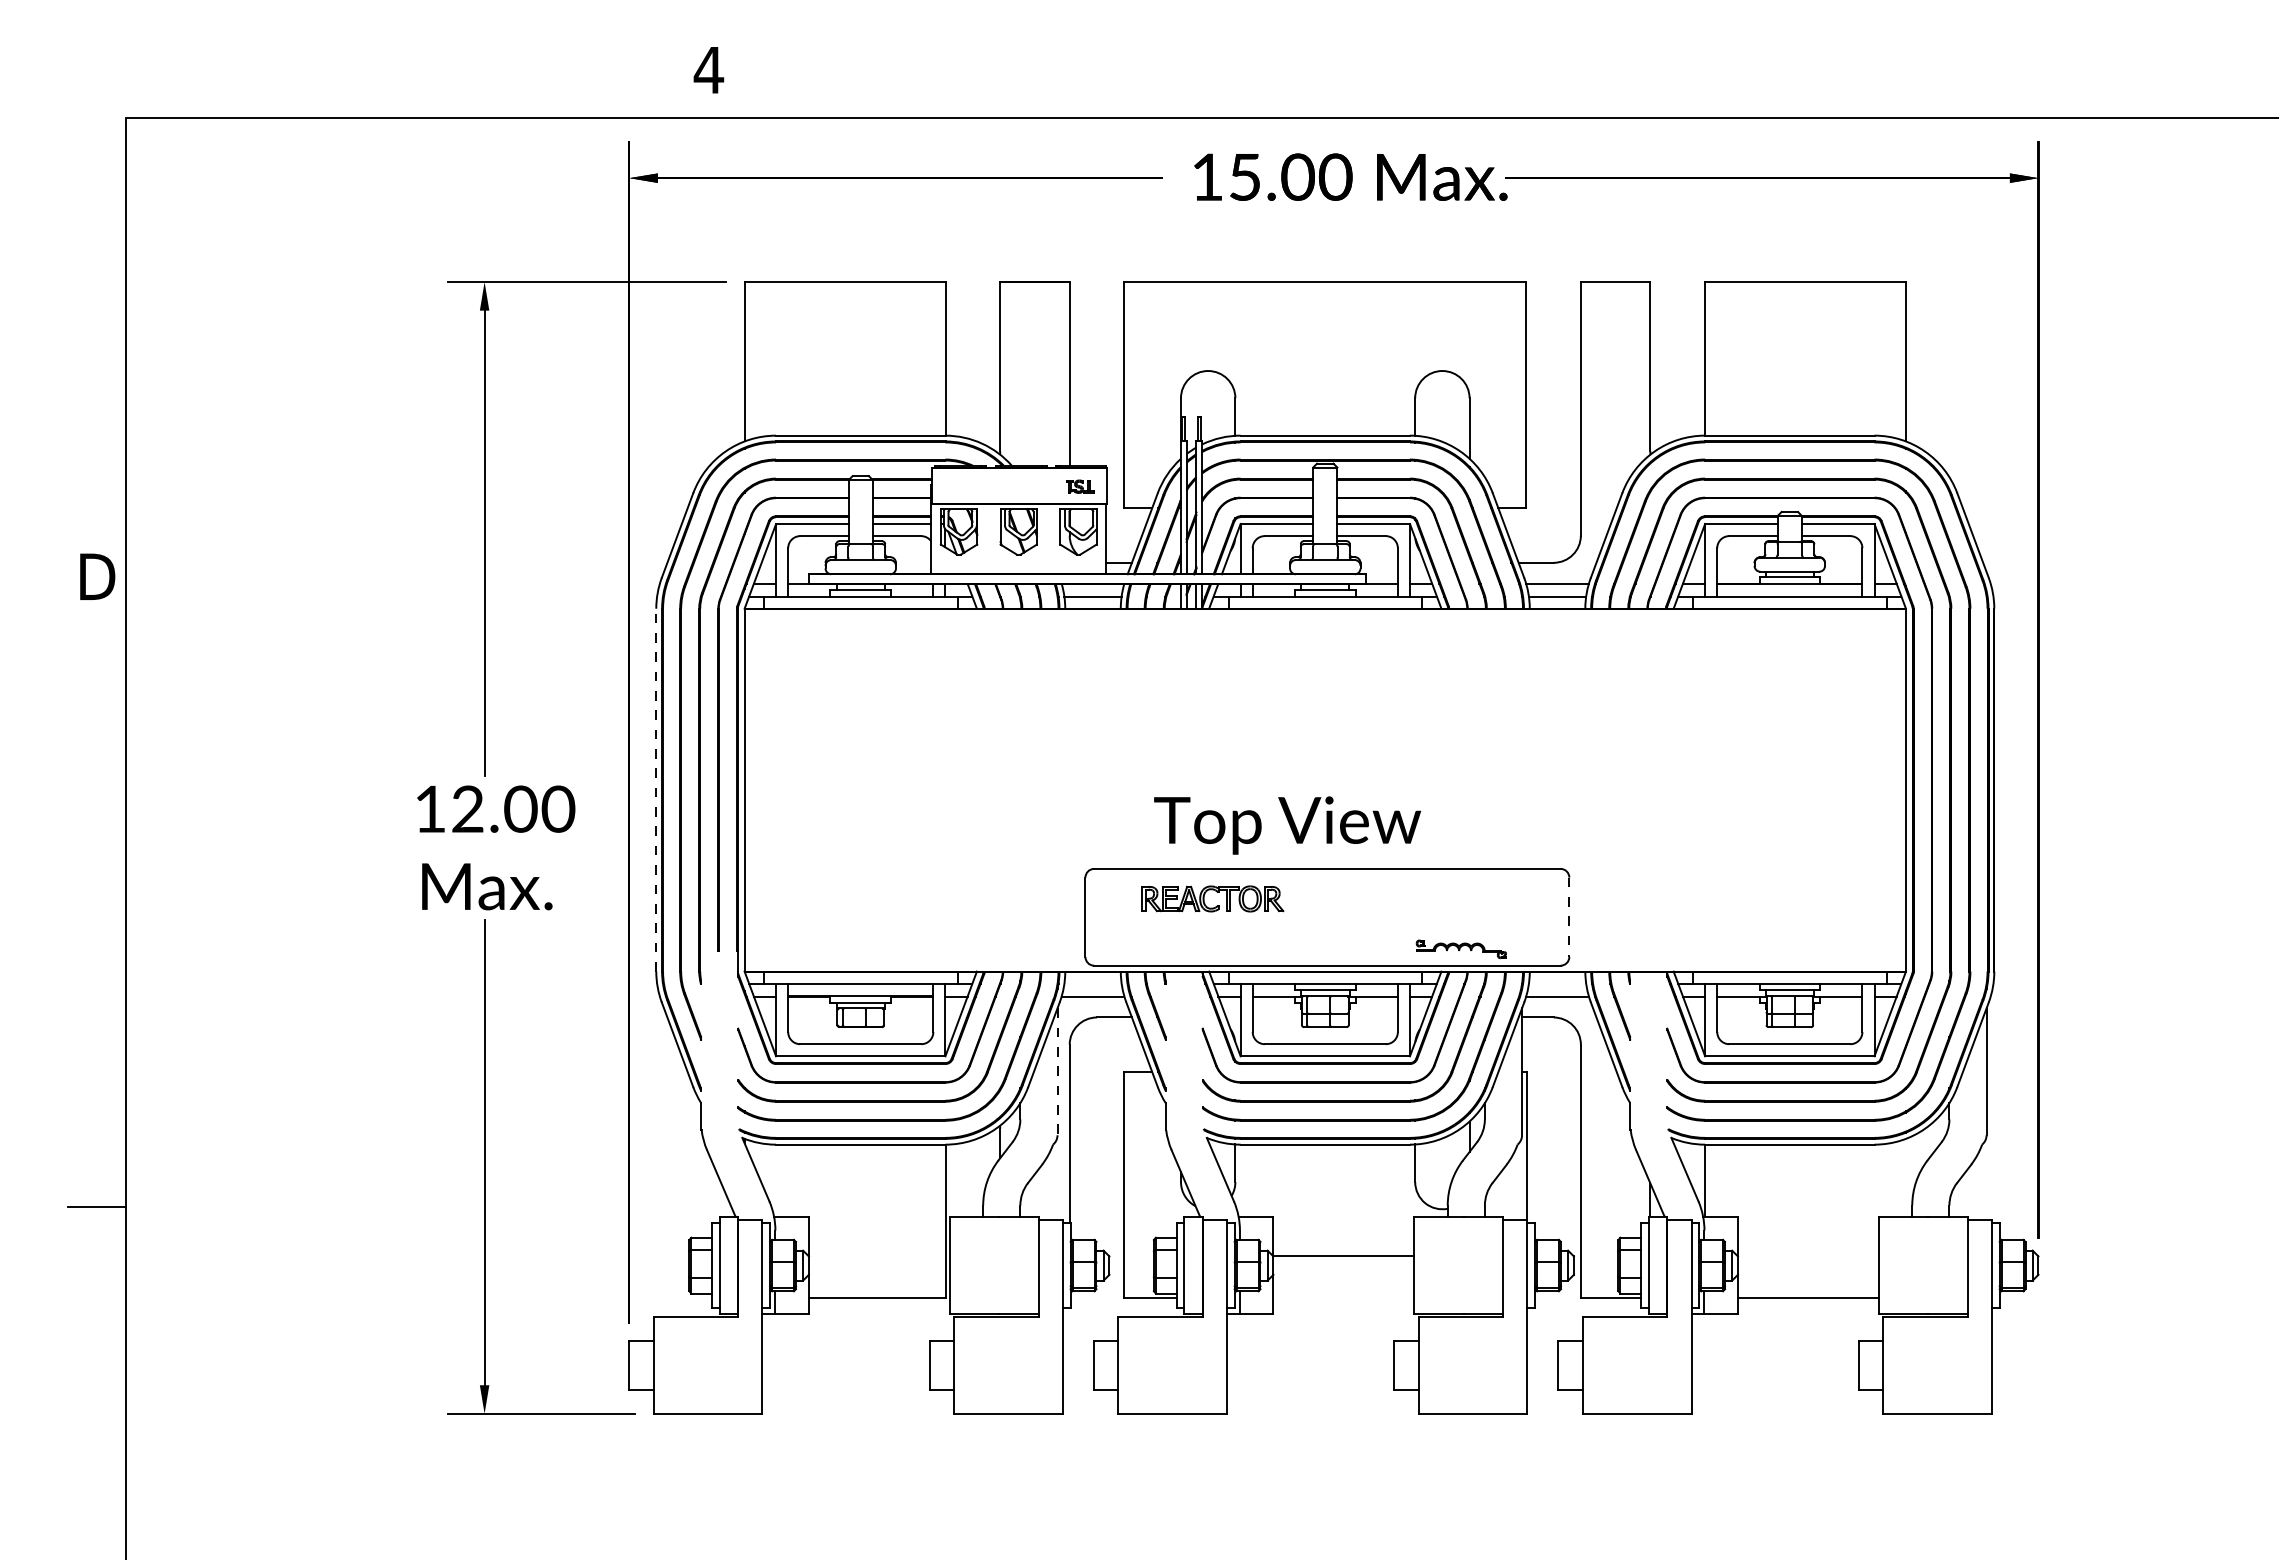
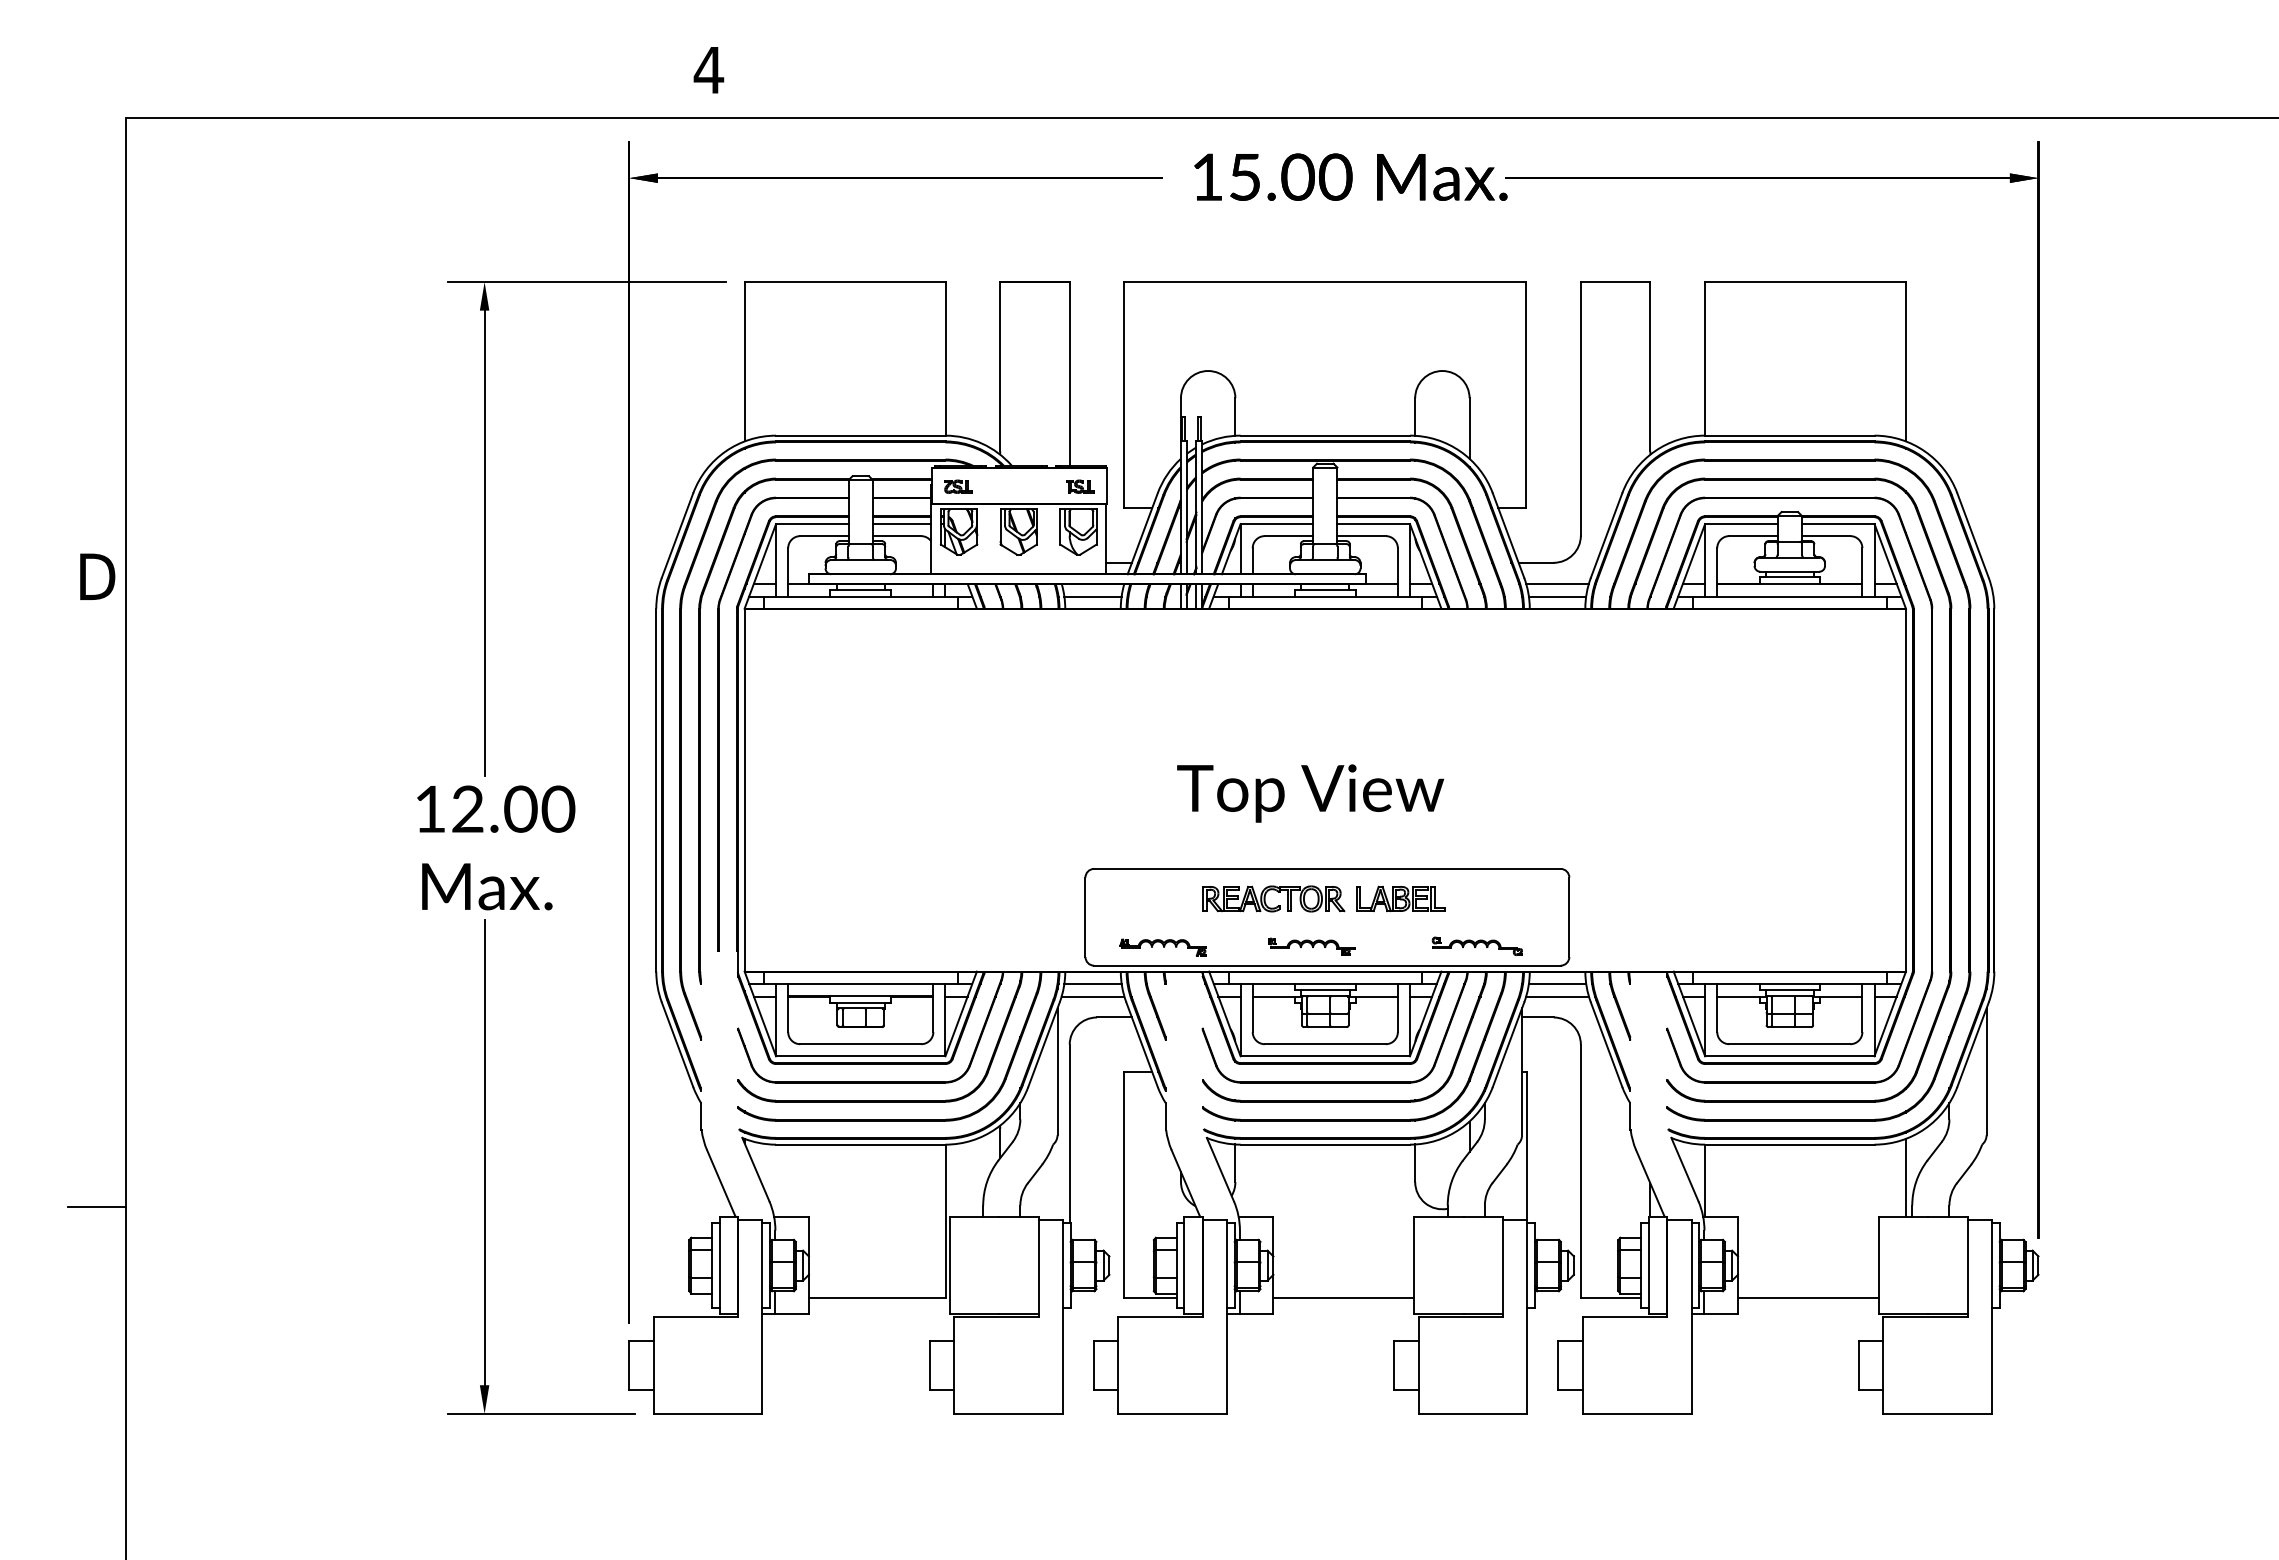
part at (958, 486): none -> present
line at (656, 789): dashed -> solid
text at (1287, 825) position: (1287, 825) -> (1310, 793)
part at (1216, 892) position: (1216, 892) -> (1277, 892)
part at (1400, 898): none -> present
line at (1569, 917): dashed -> solid
part at (1311, 946): none -> present
part at (1162, 947): none -> present
part at (1460, 948) position: (1460, 948) -> (1476, 945)
line at (1092, 983): none -> present
line at (1557, 983): none -> present
line at (1057, 1071): dashed -> solid
line at (1905, 1177): none -> present
line at (1343, 1256) position: (1343, 1256) -> (1343, 1298)
